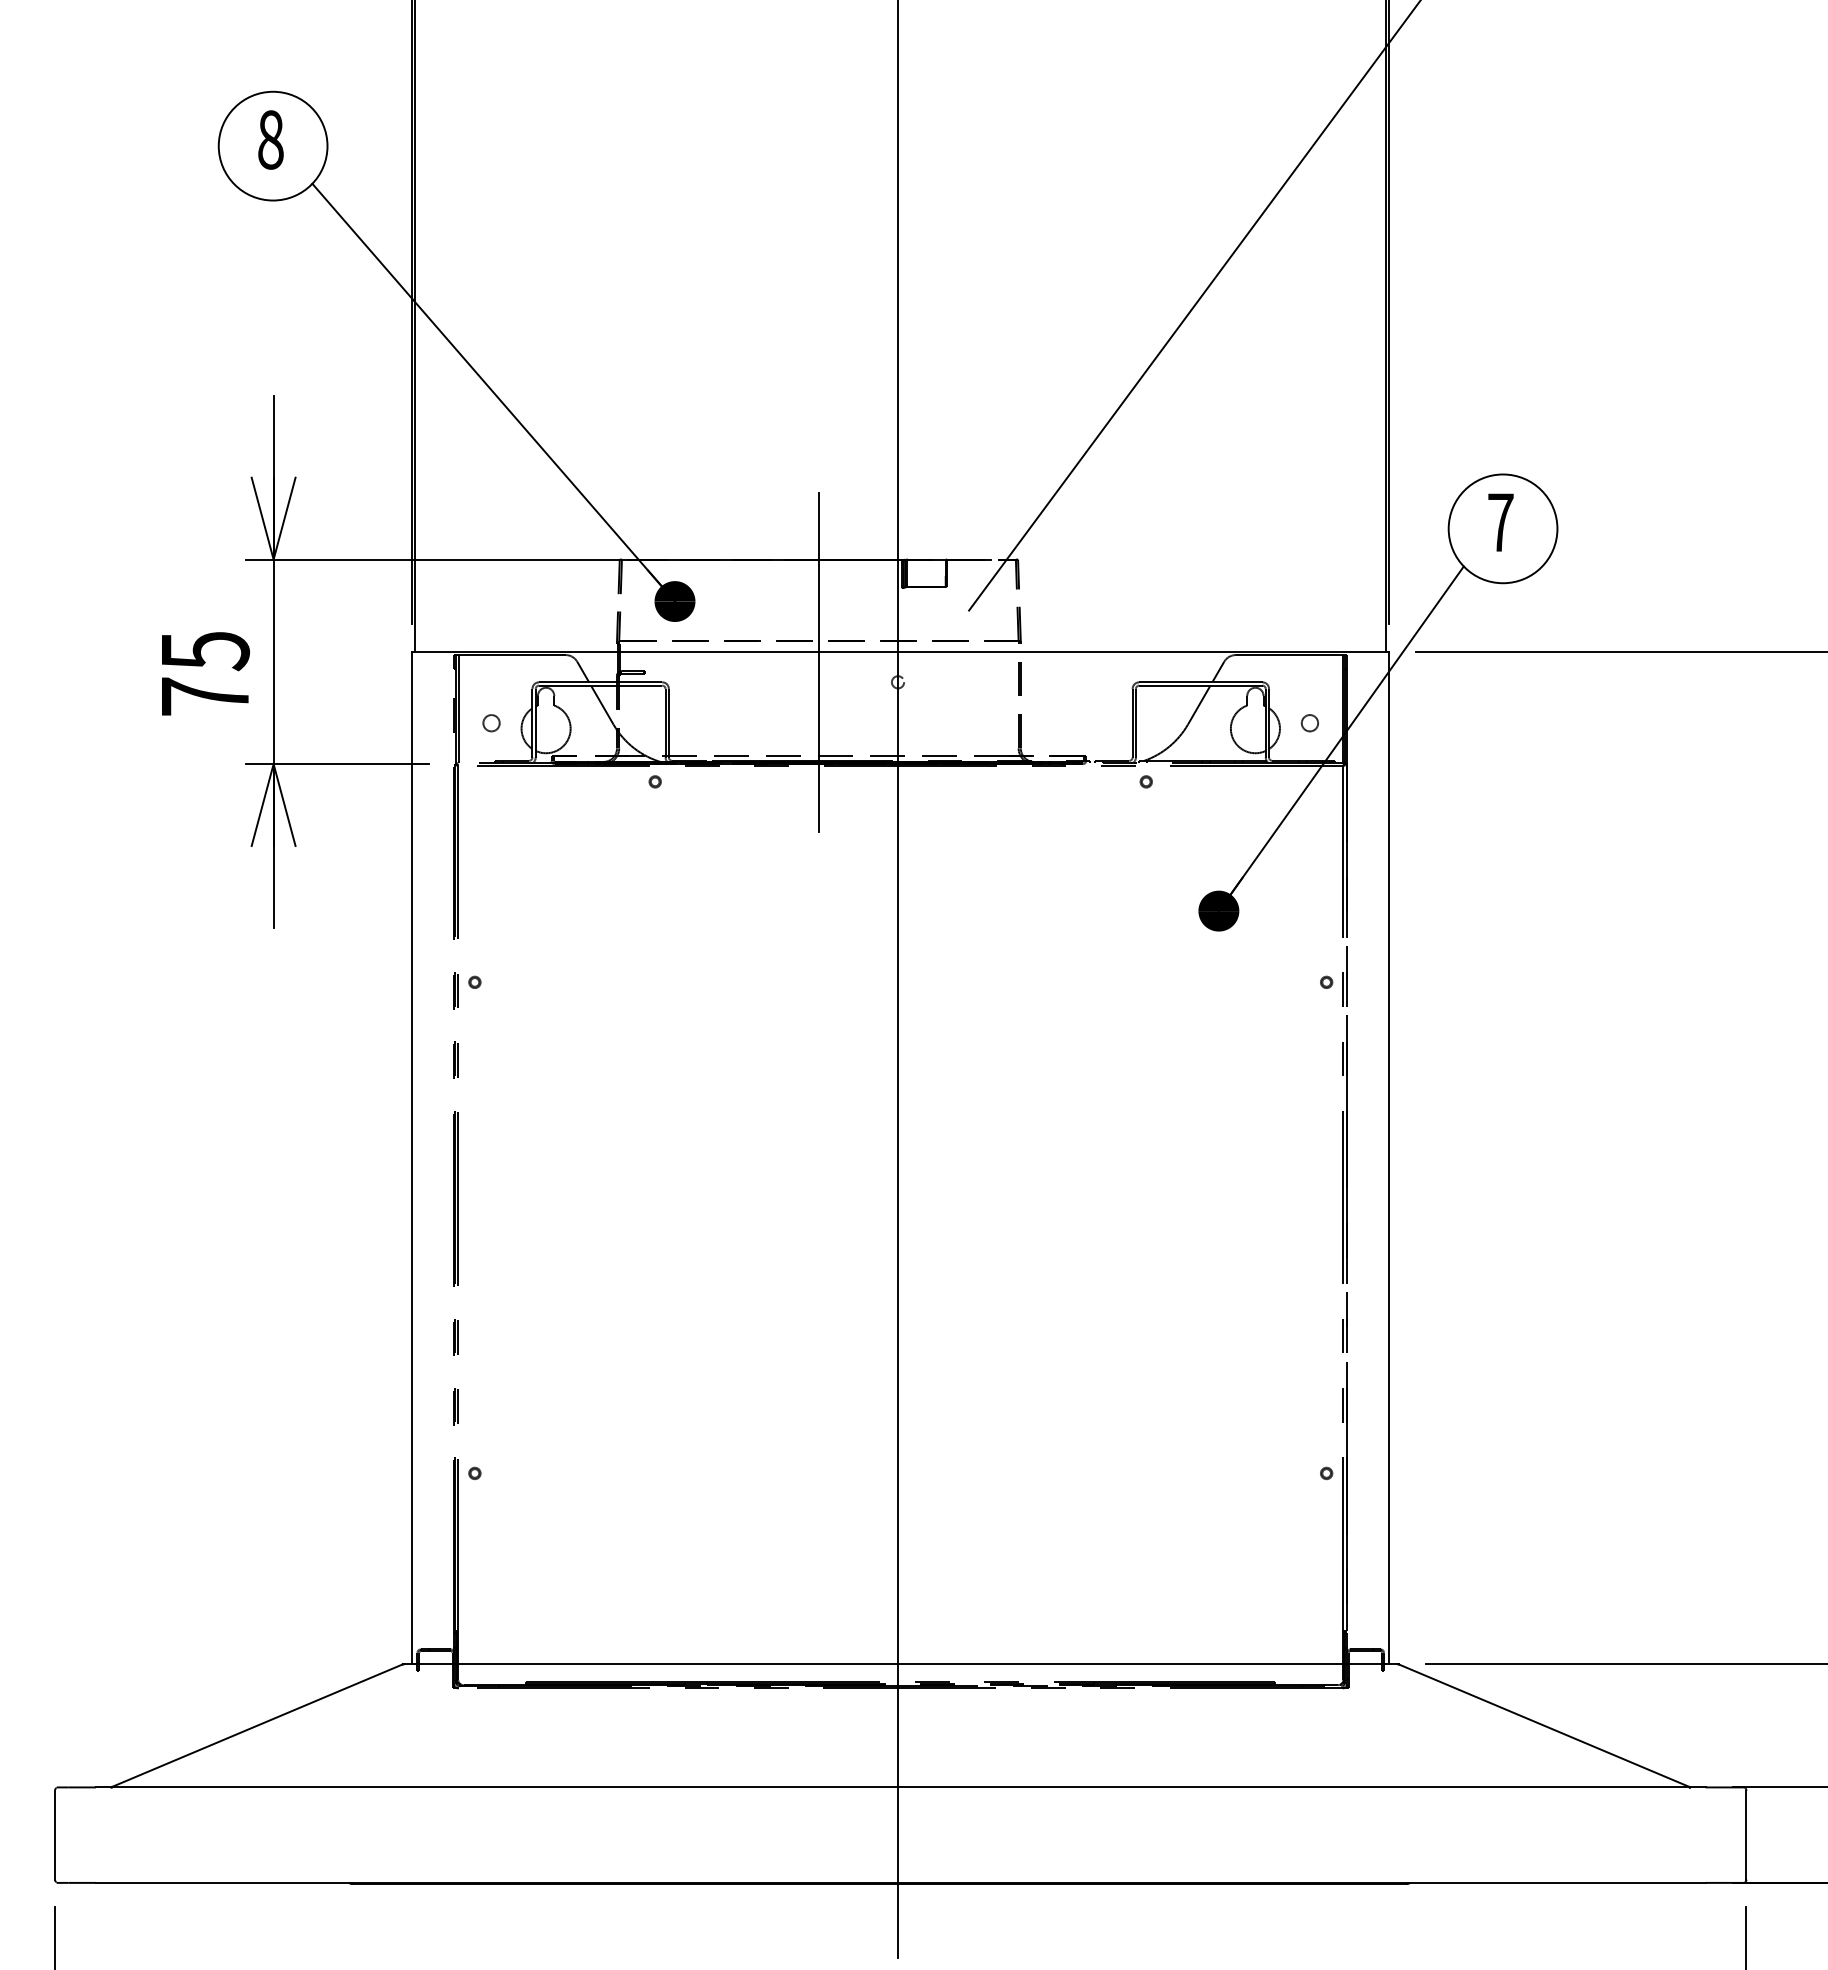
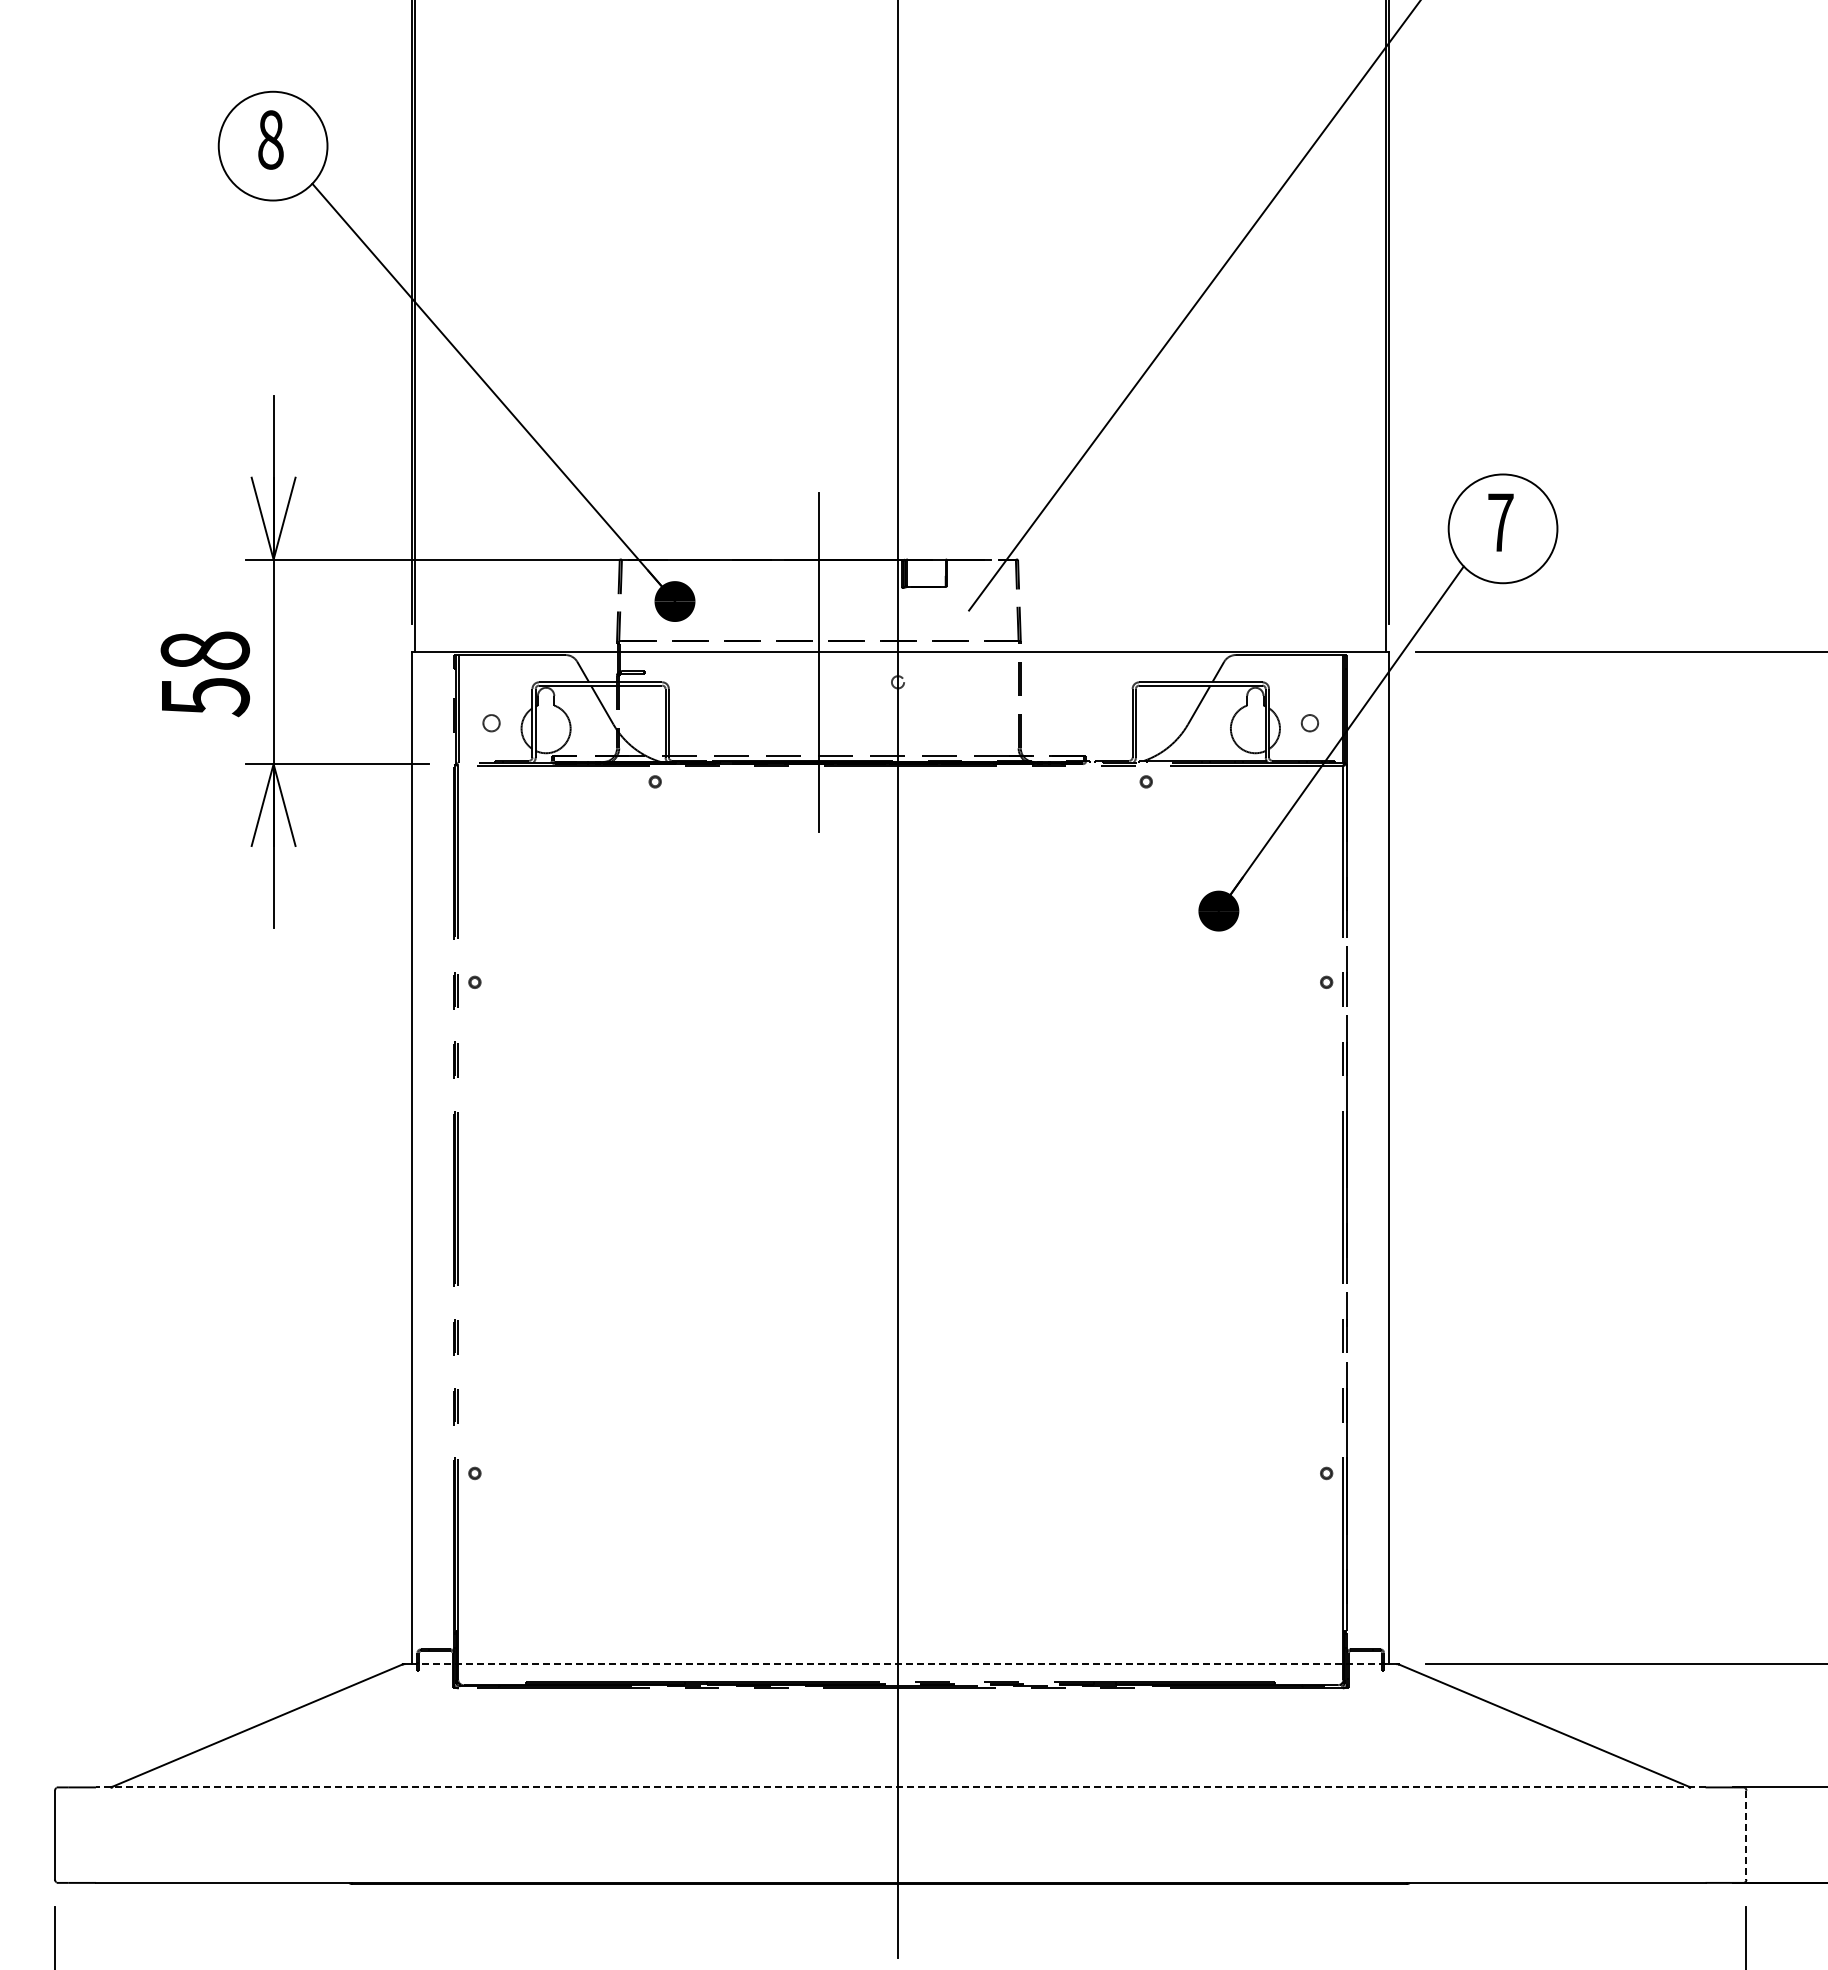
text at (205, 674): 75 -> 58
line at (900, 1664): solid -> dashed
line at (900, 1787): solid -> dashed
line at (1746, 1835): solid -> dashed
